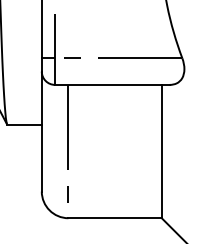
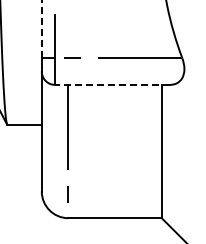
line at (41, 29): solid -> dashed
line at (111, 84): solid -> dashed
